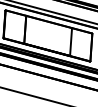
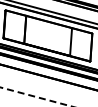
line at (36, 97): solid -> dashed
